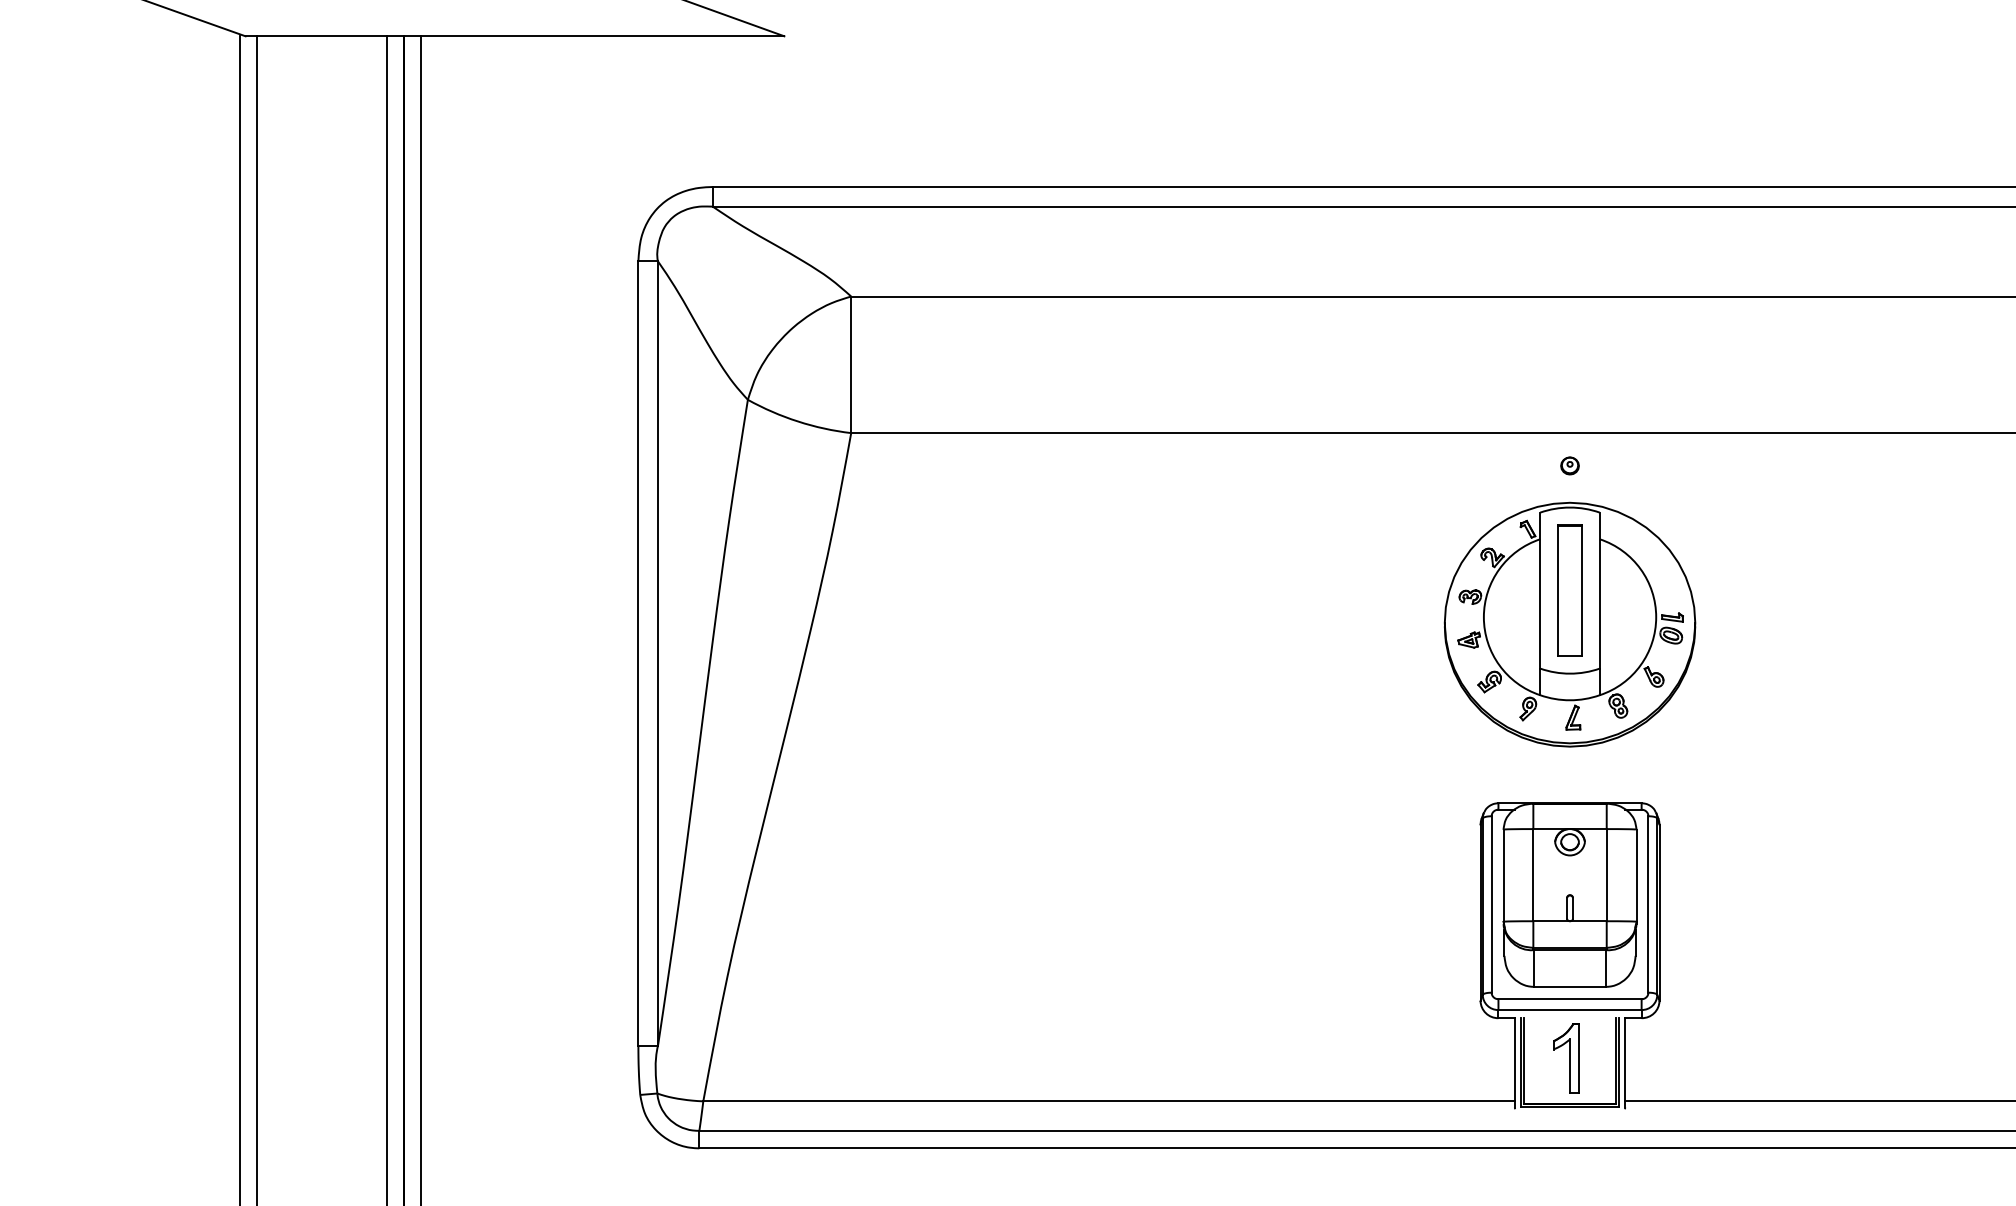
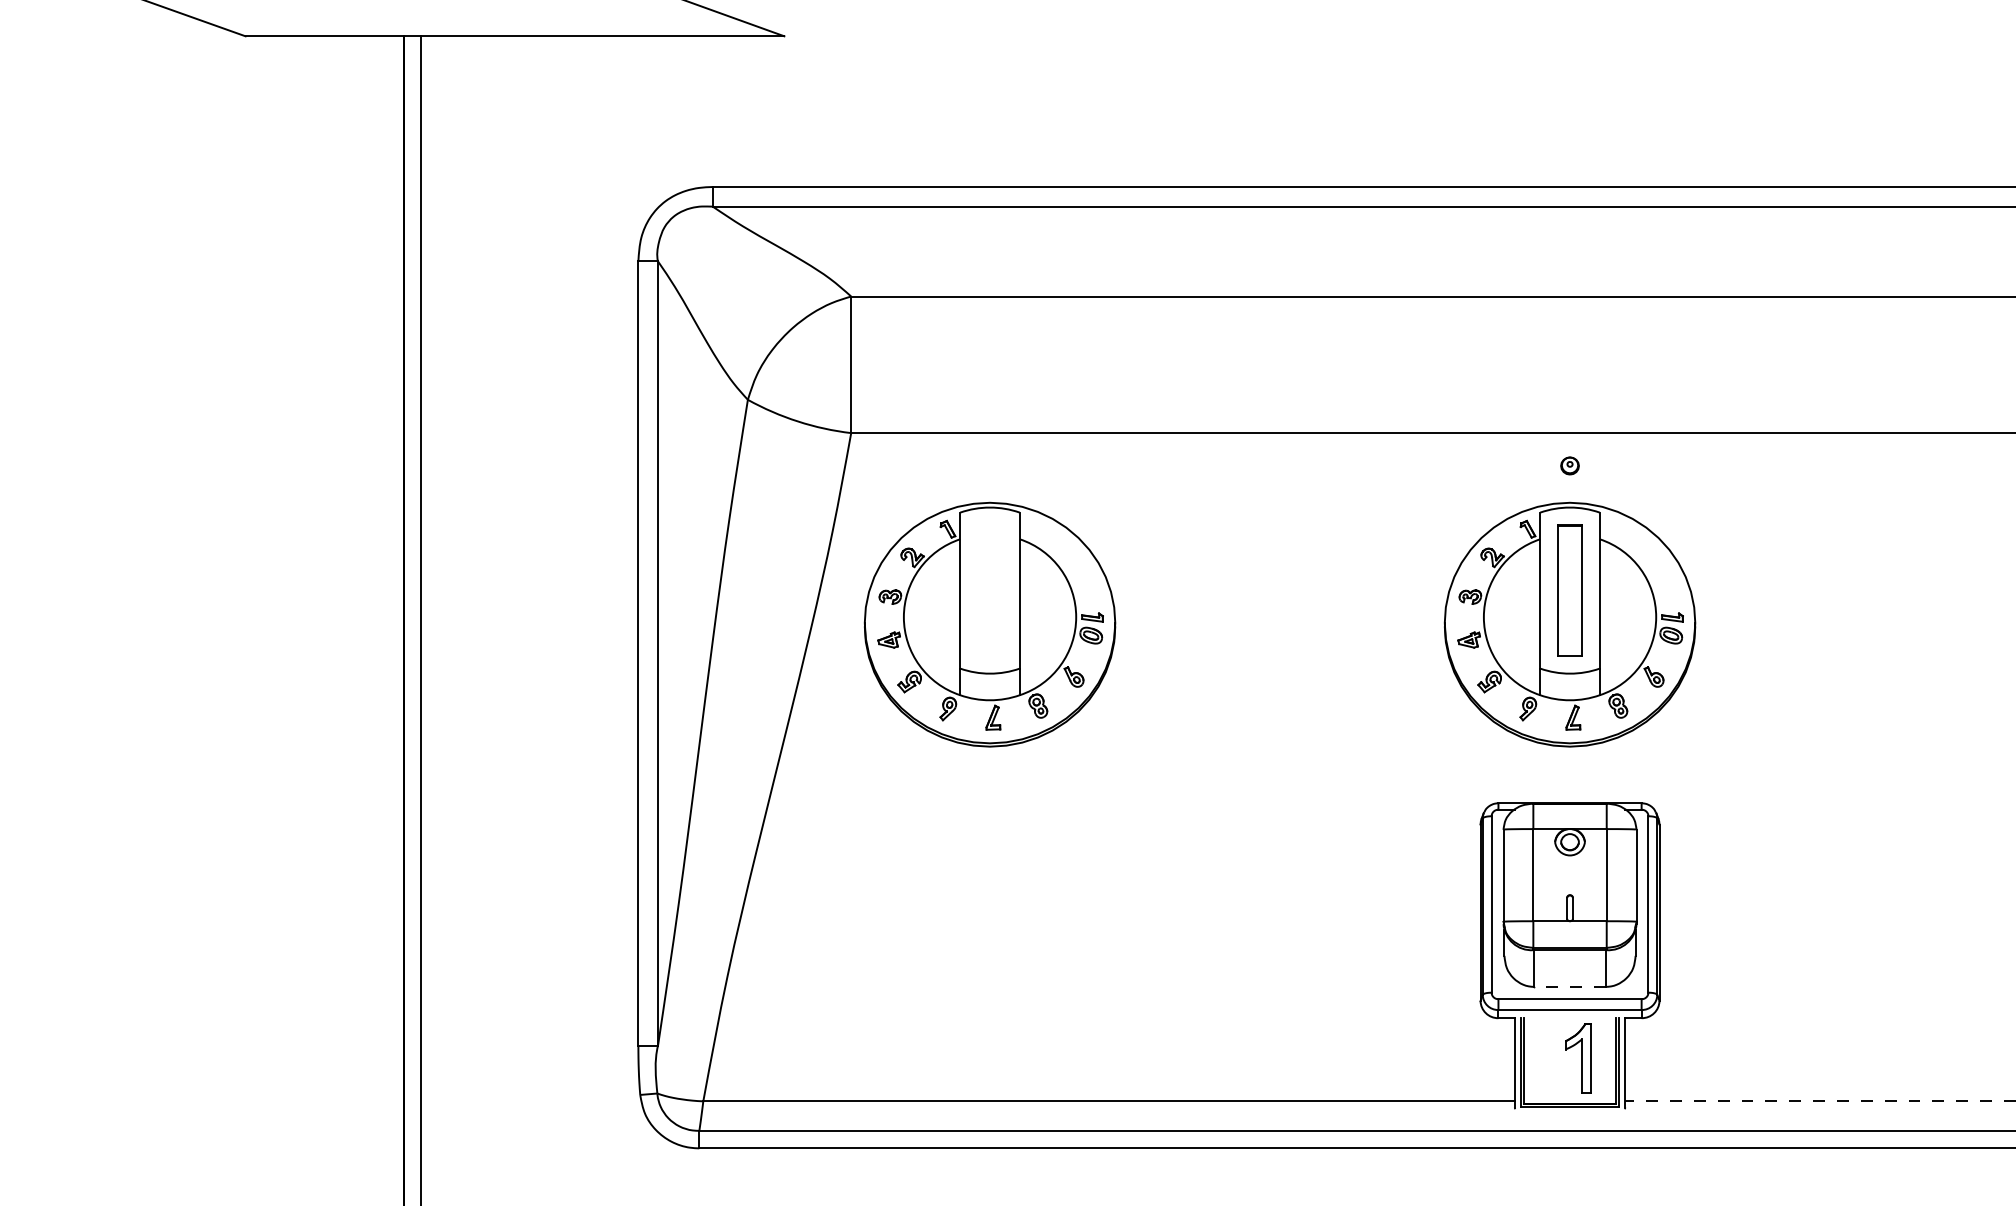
line at (239, 619): present -> none
line at (256, 619): present -> none
line at (387, 619): present -> none
part at (989, 624): none -> present
line at (1570, 986): solid -> dashed
part at (1566, 1058) position: (1566, 1058) -> (1578, 1058)
line at (1819, 1101): solid -> dashed
